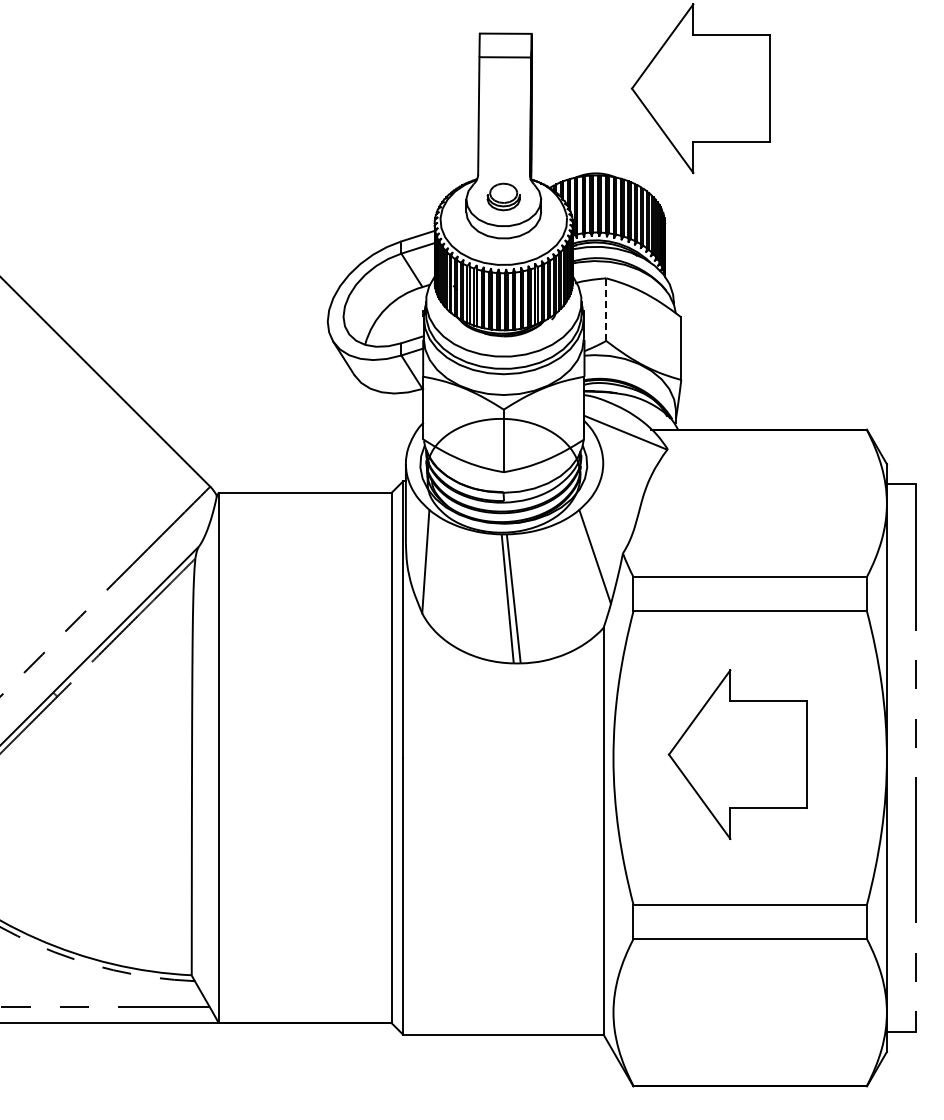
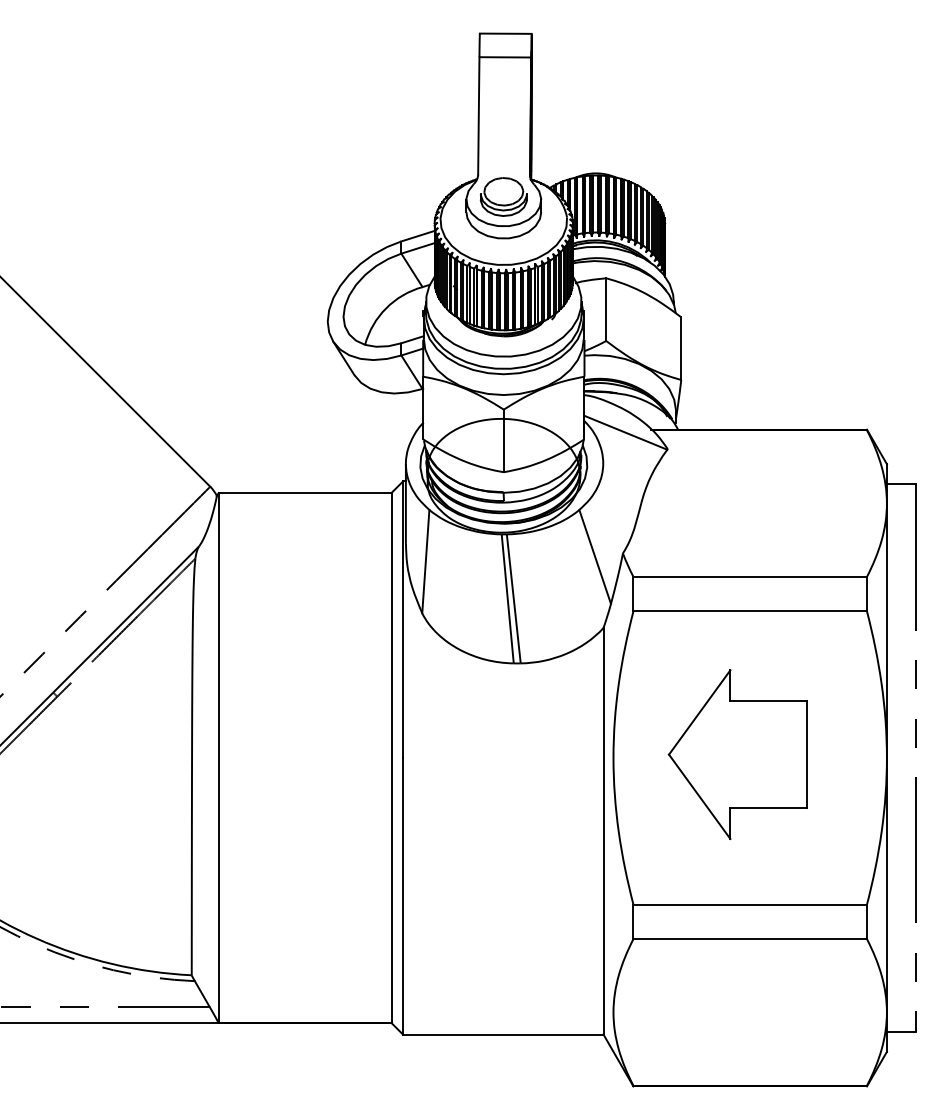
part at (700, 88): present -> none
part at (503, 196) size: 35x30 px -> 49x40 px
line at (606, 309): dashed -> solid
